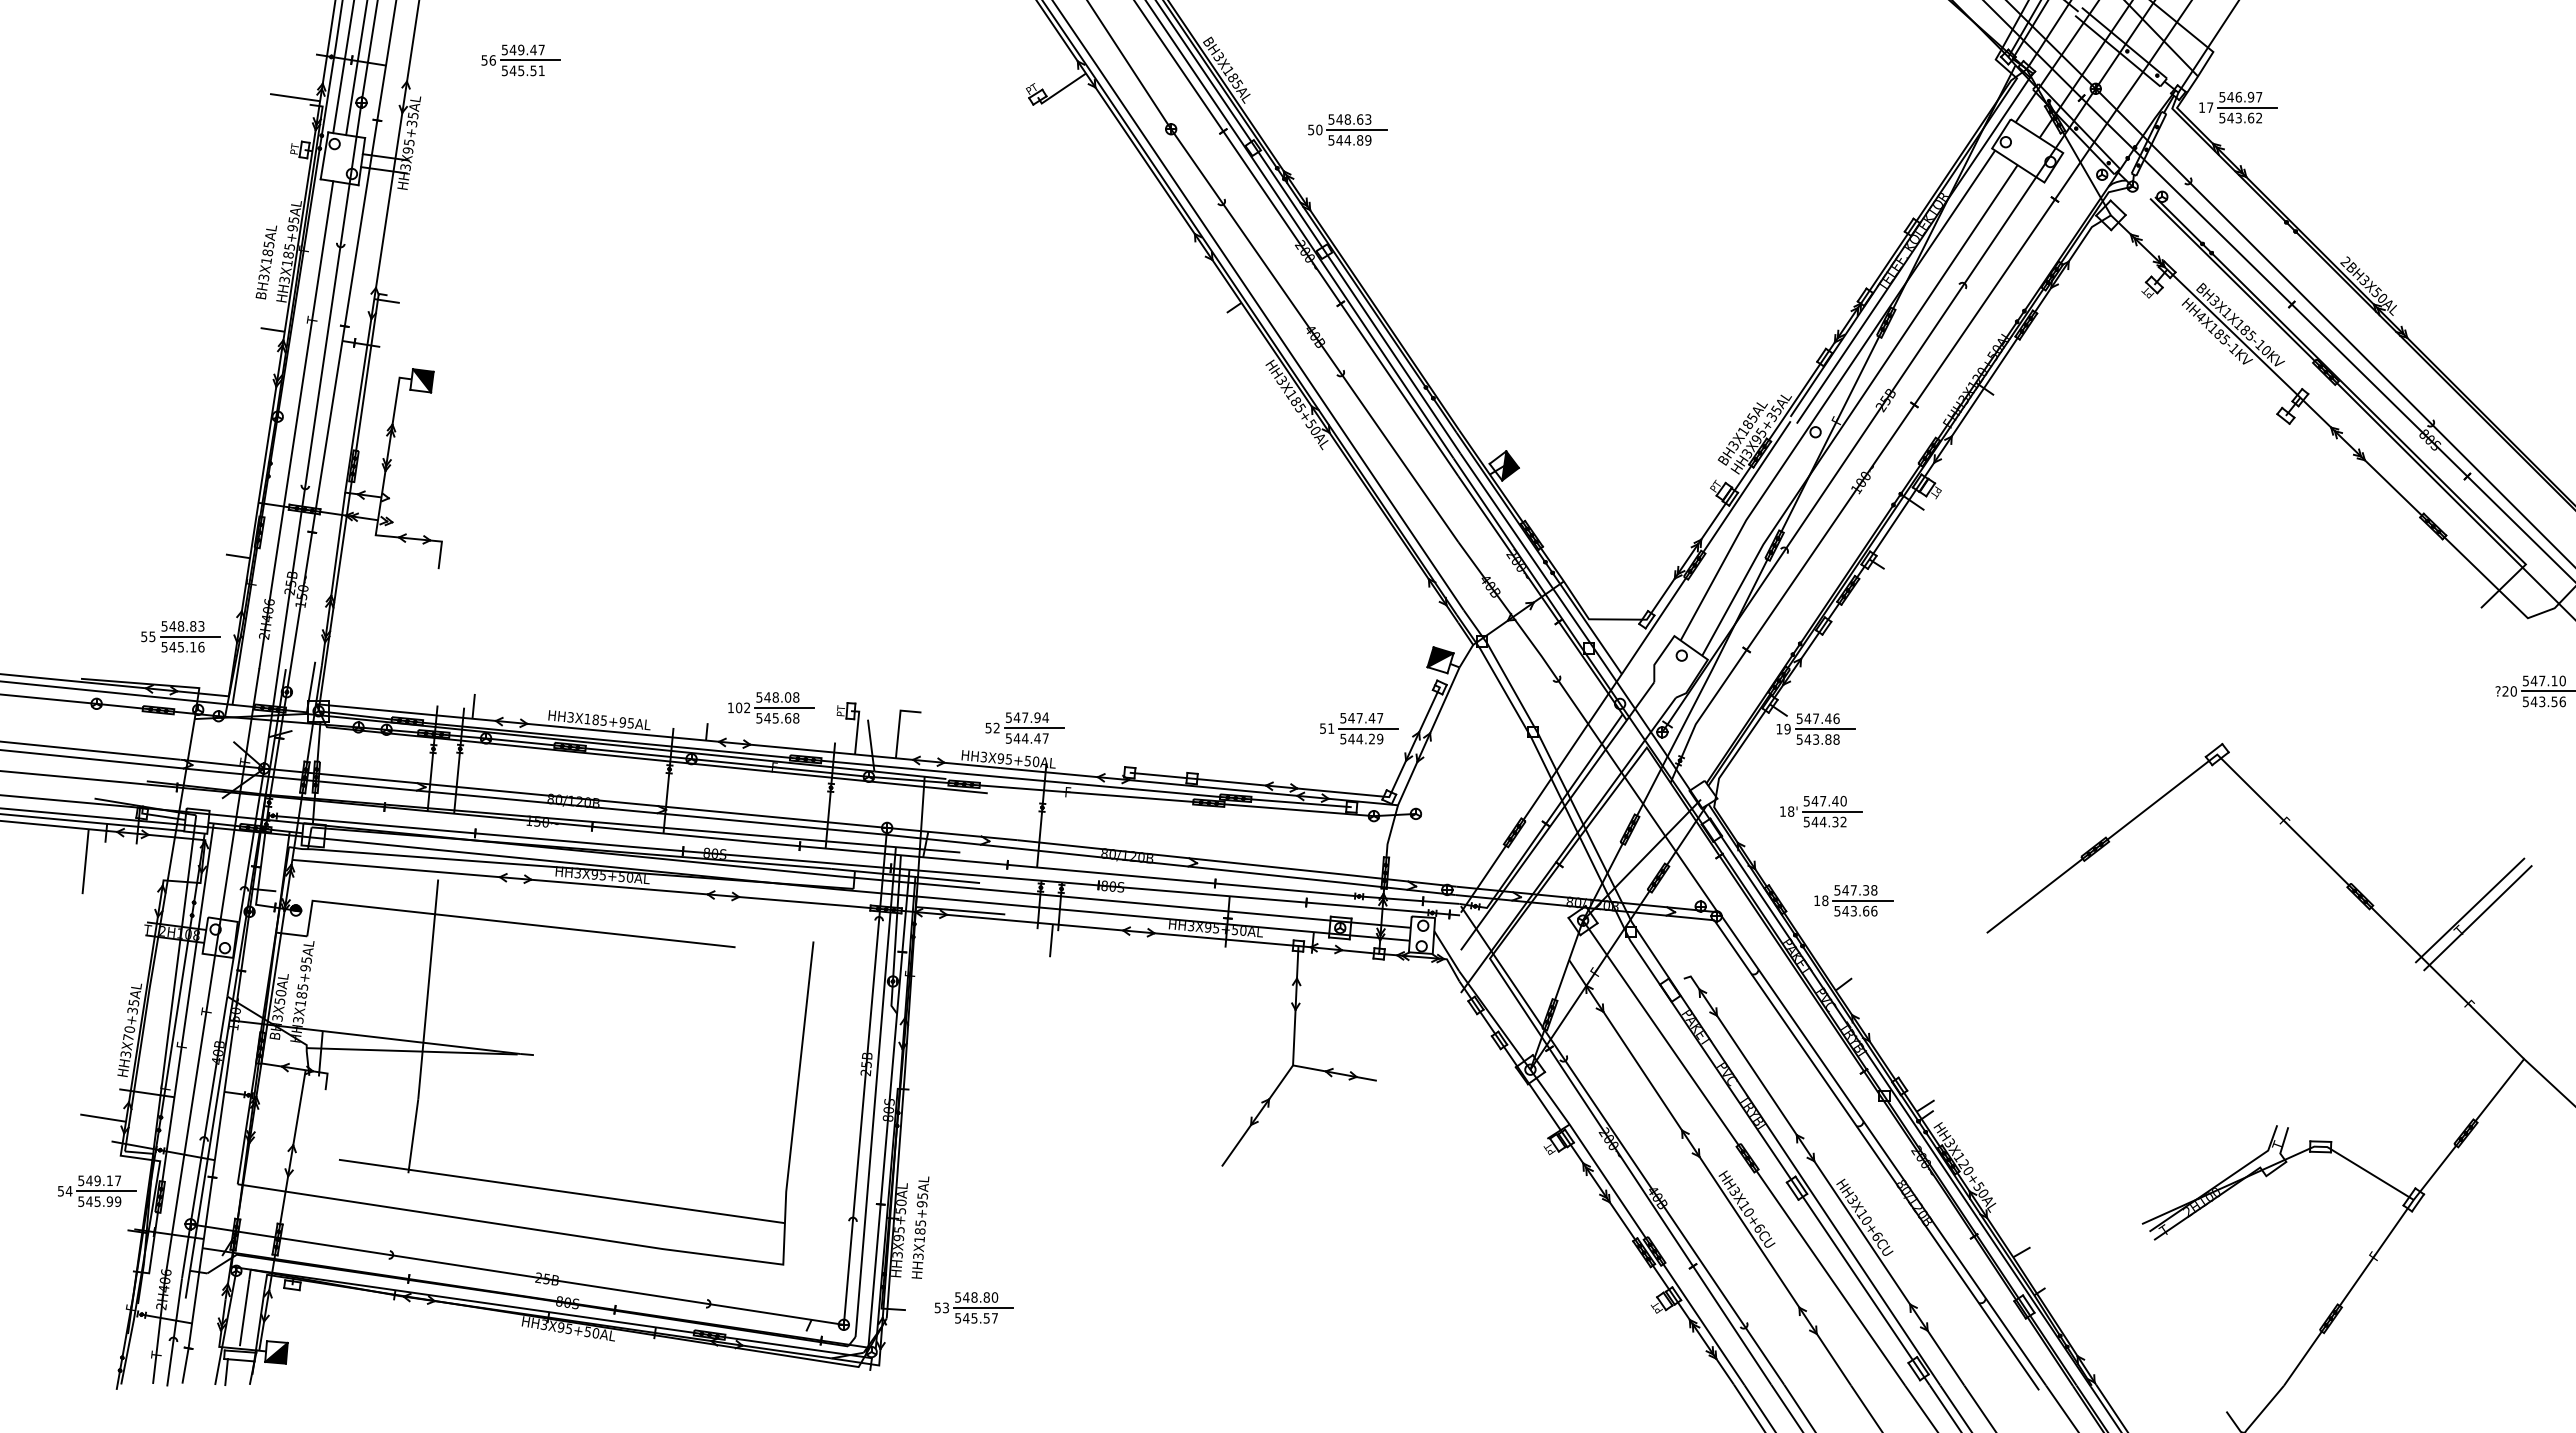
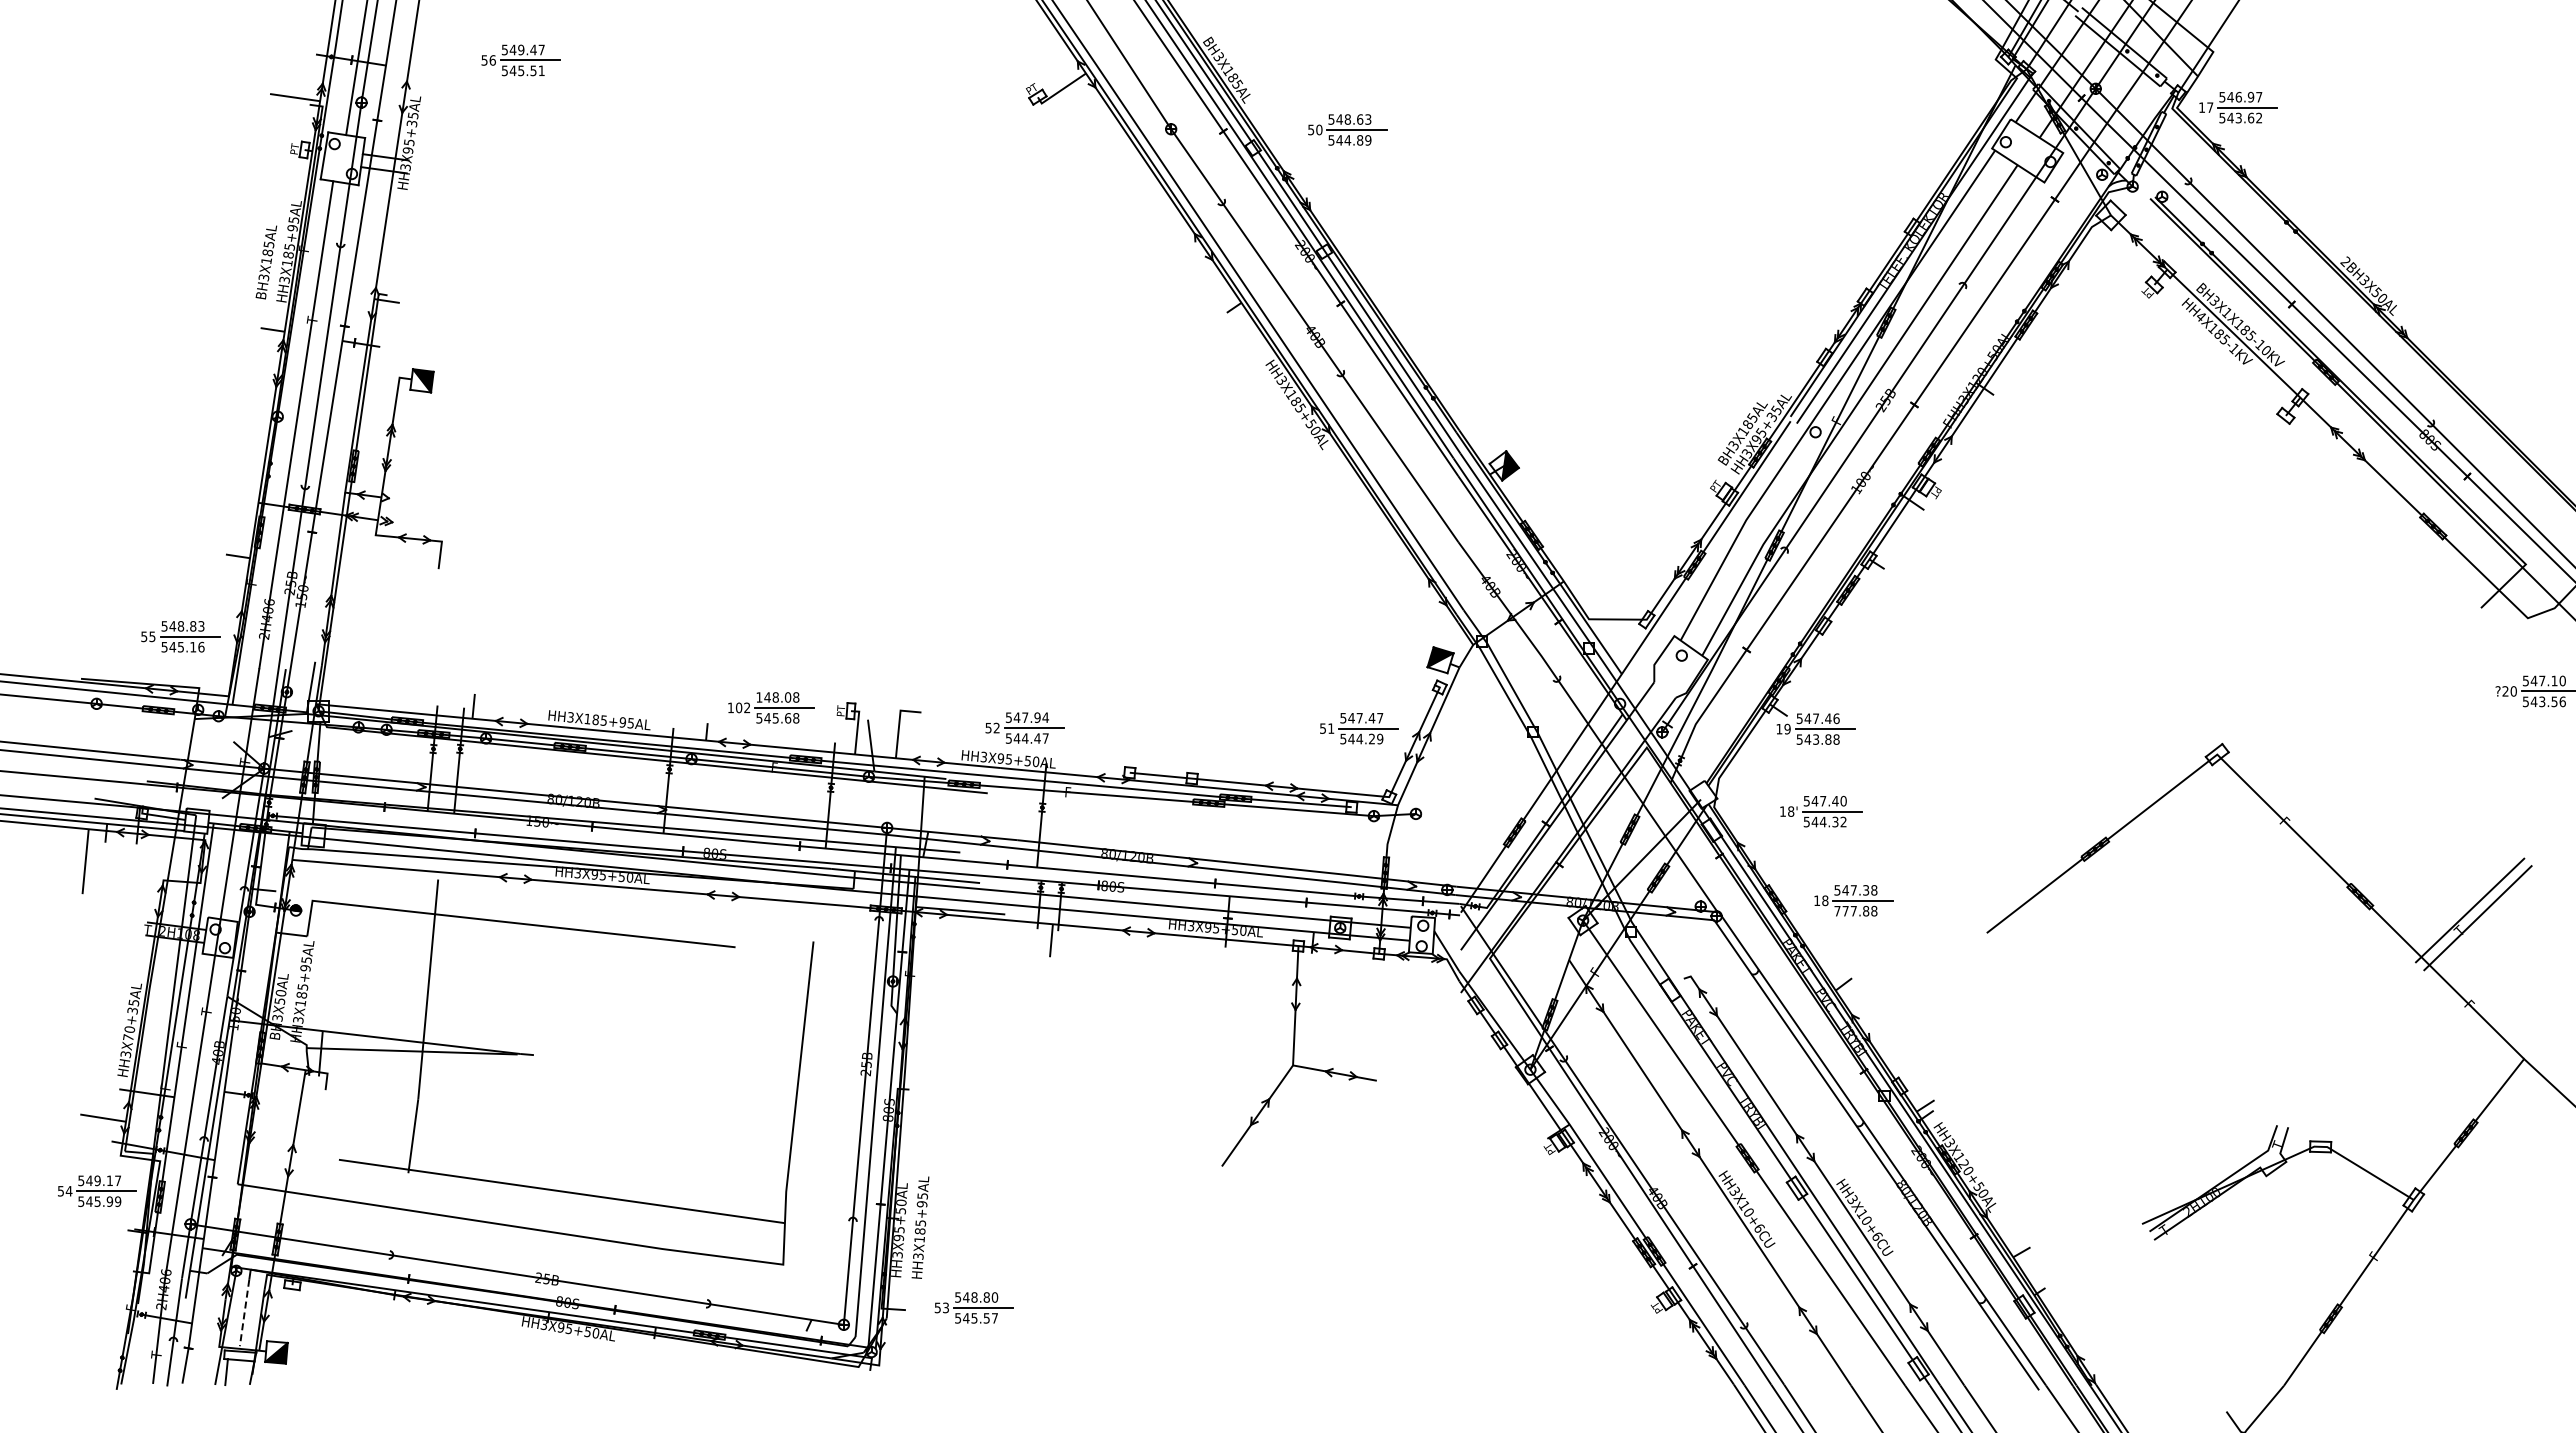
line at (343, 67): present -> none
text at (759, 697): 548.08 -> 148.08
text at (1855, 910): 543.66 -> 777.88
line at (244, 1313): solid -> dashed
